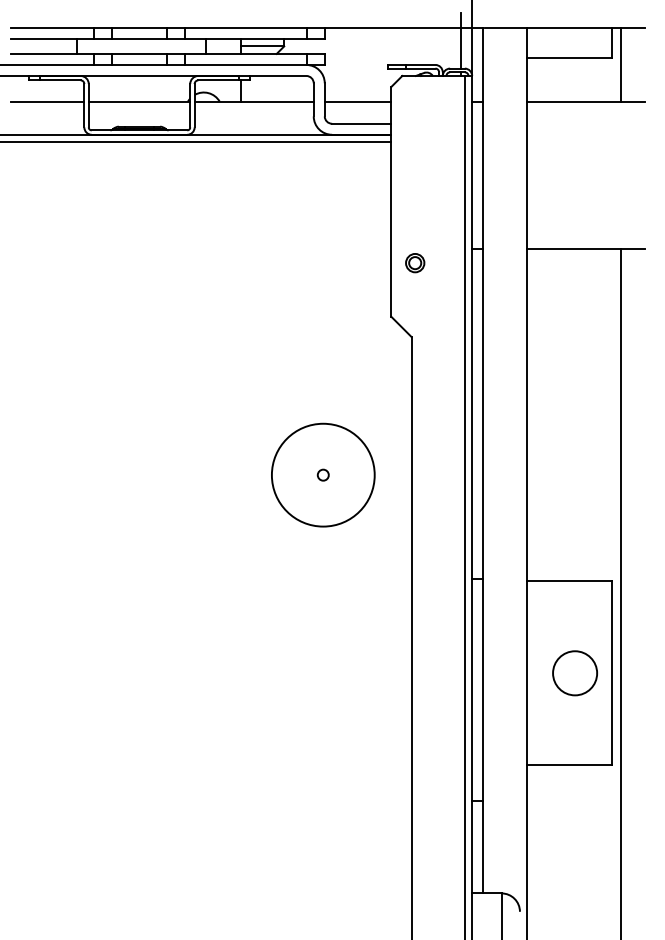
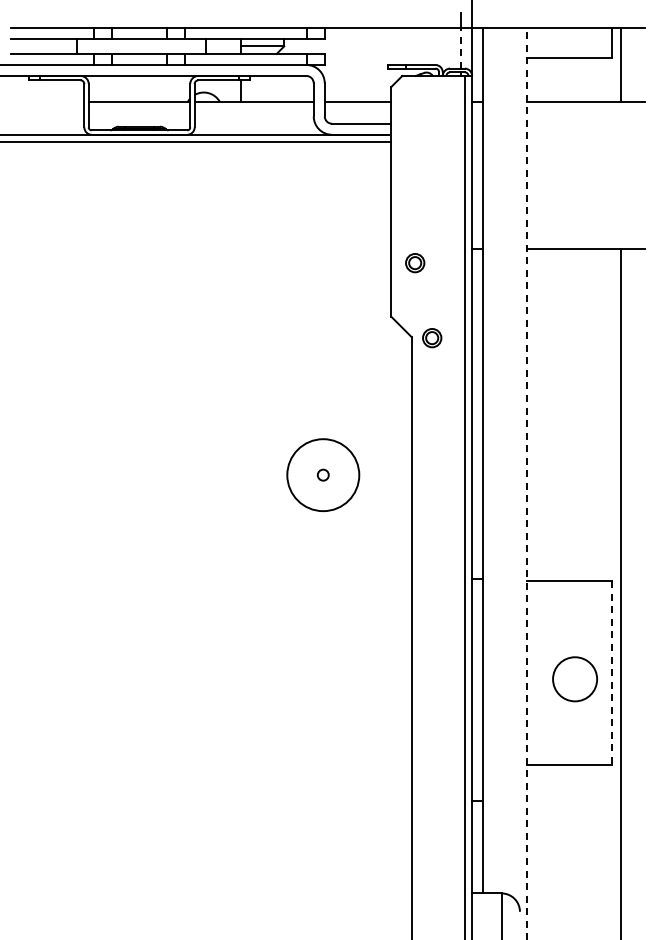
line at (461, 47): solid -> dashed
line at (47, 101): present -> none
part at (432, 338): none -> present
circle at (322, 474) diameter: 103 px -> 72 px
line at (527, 483): solid -> dashed
circle at (574, 673) position: (574, 673) -> (574, 679)
line at (611, 673): solid -> dashed
